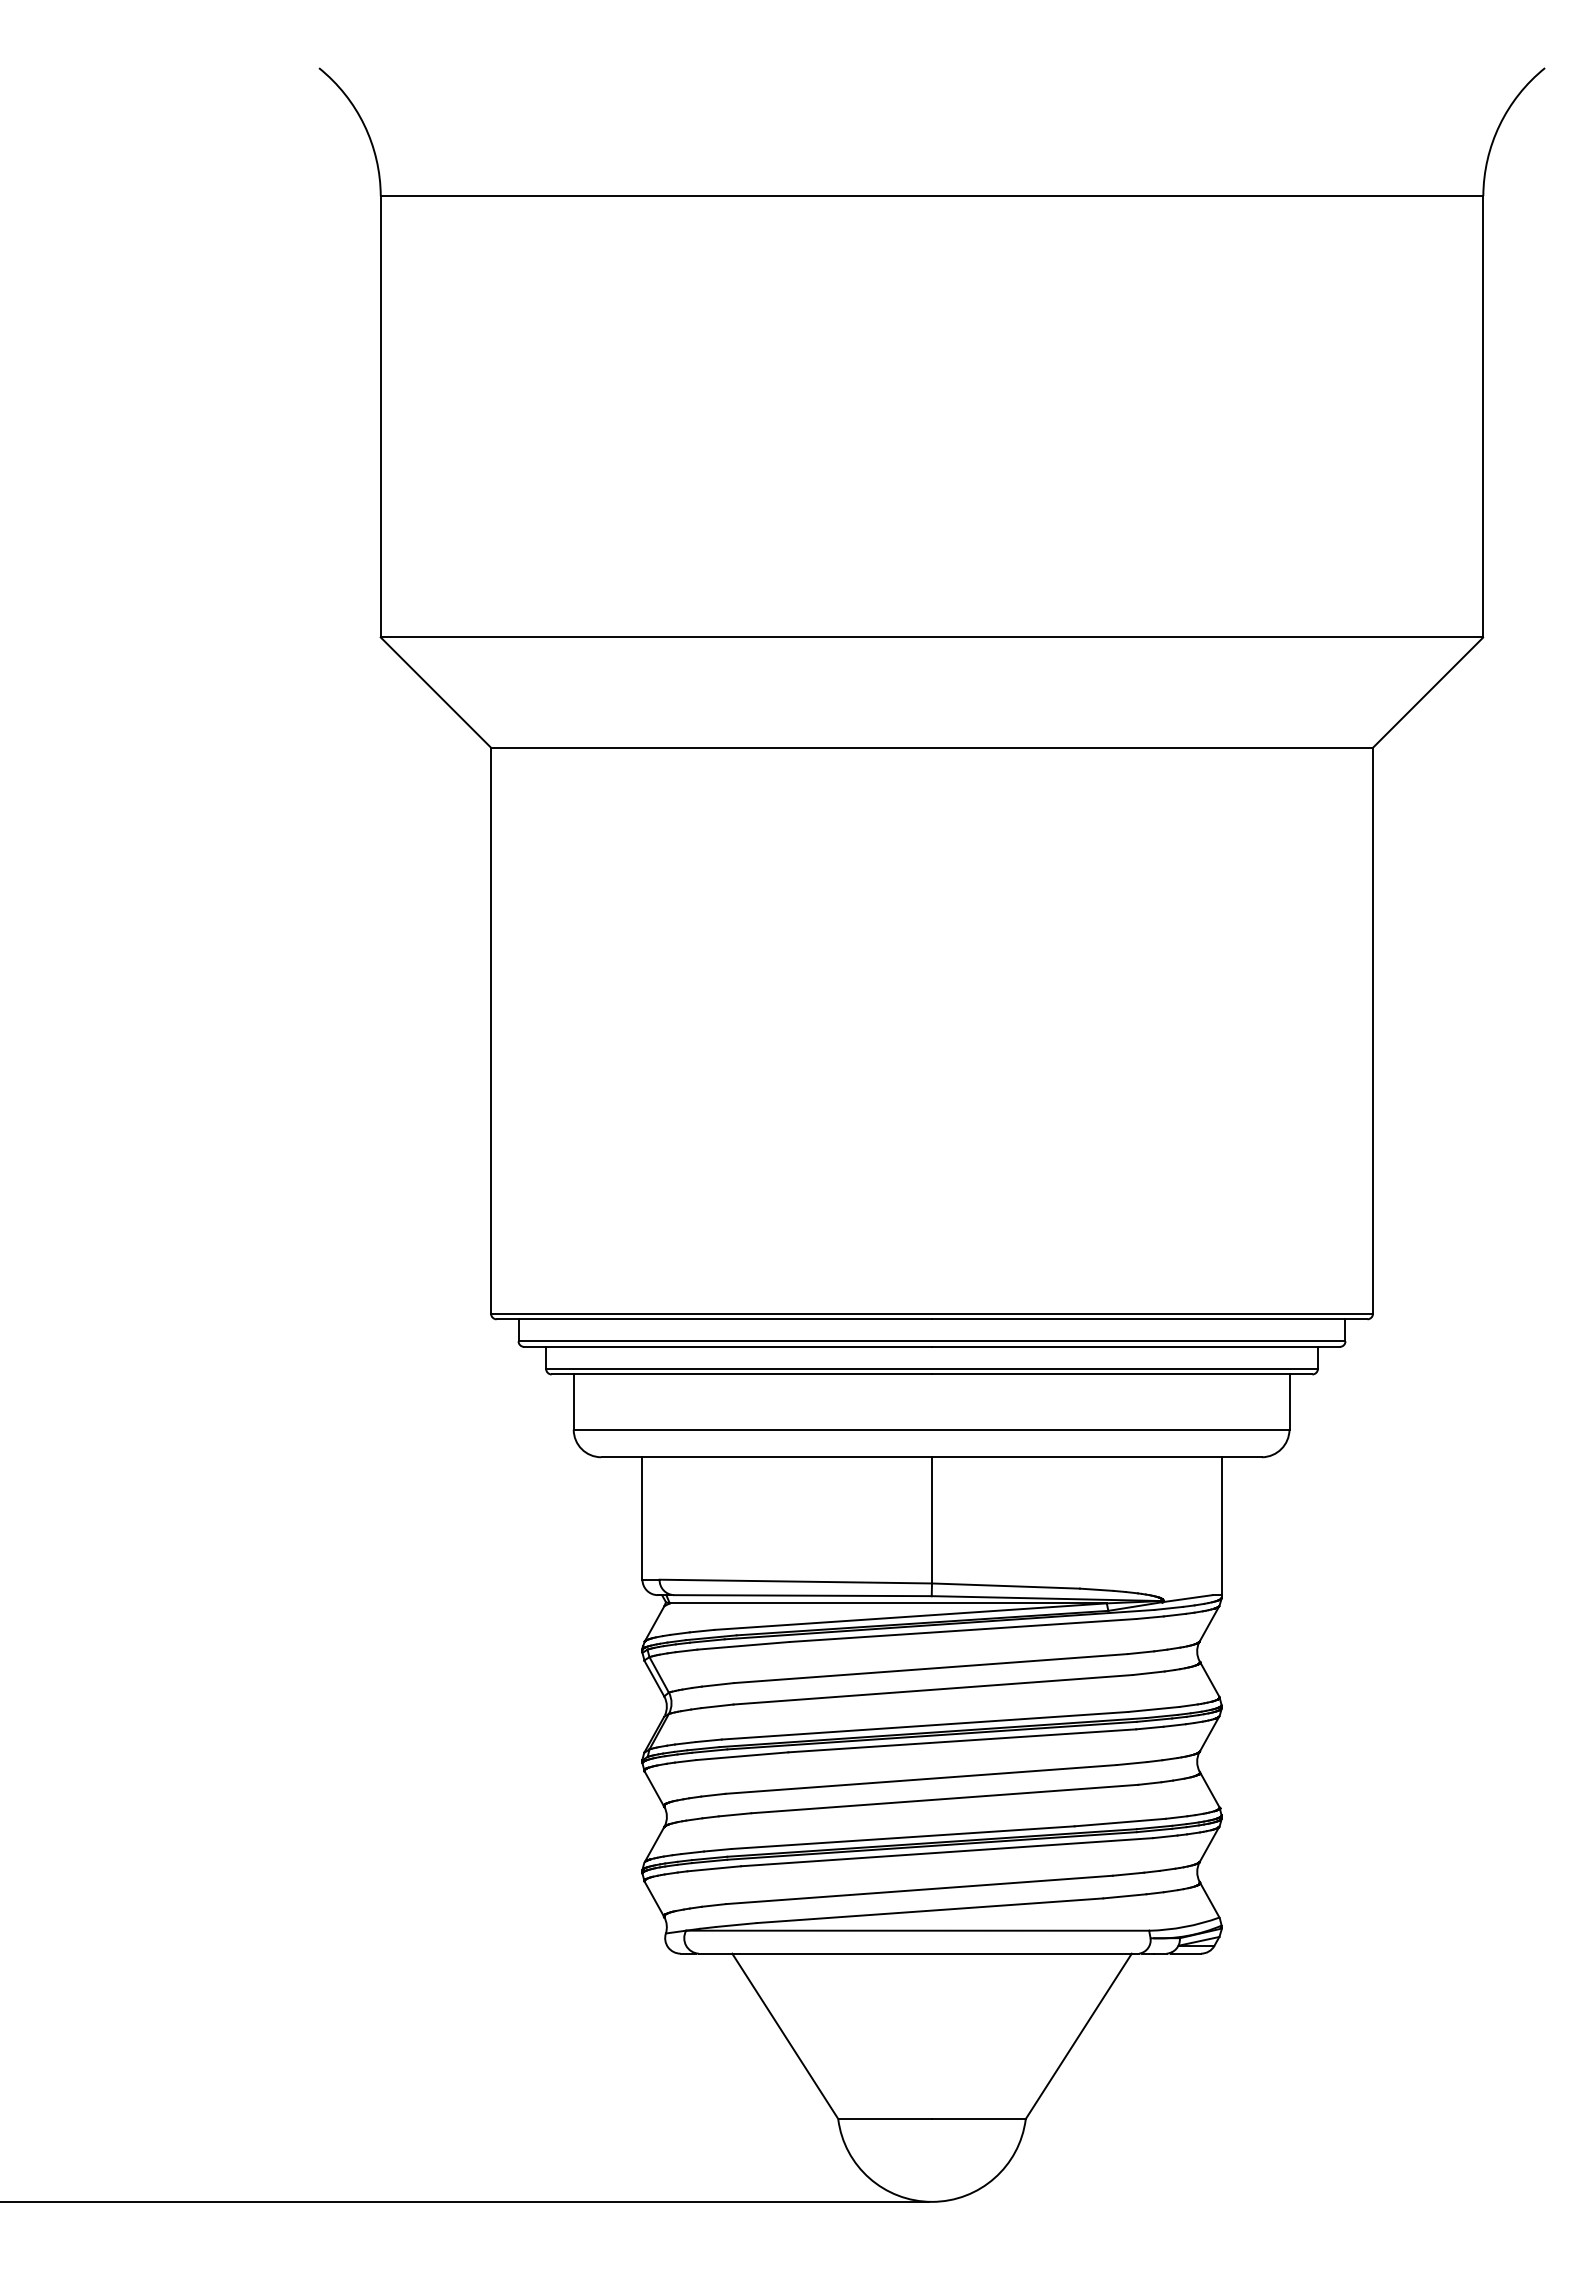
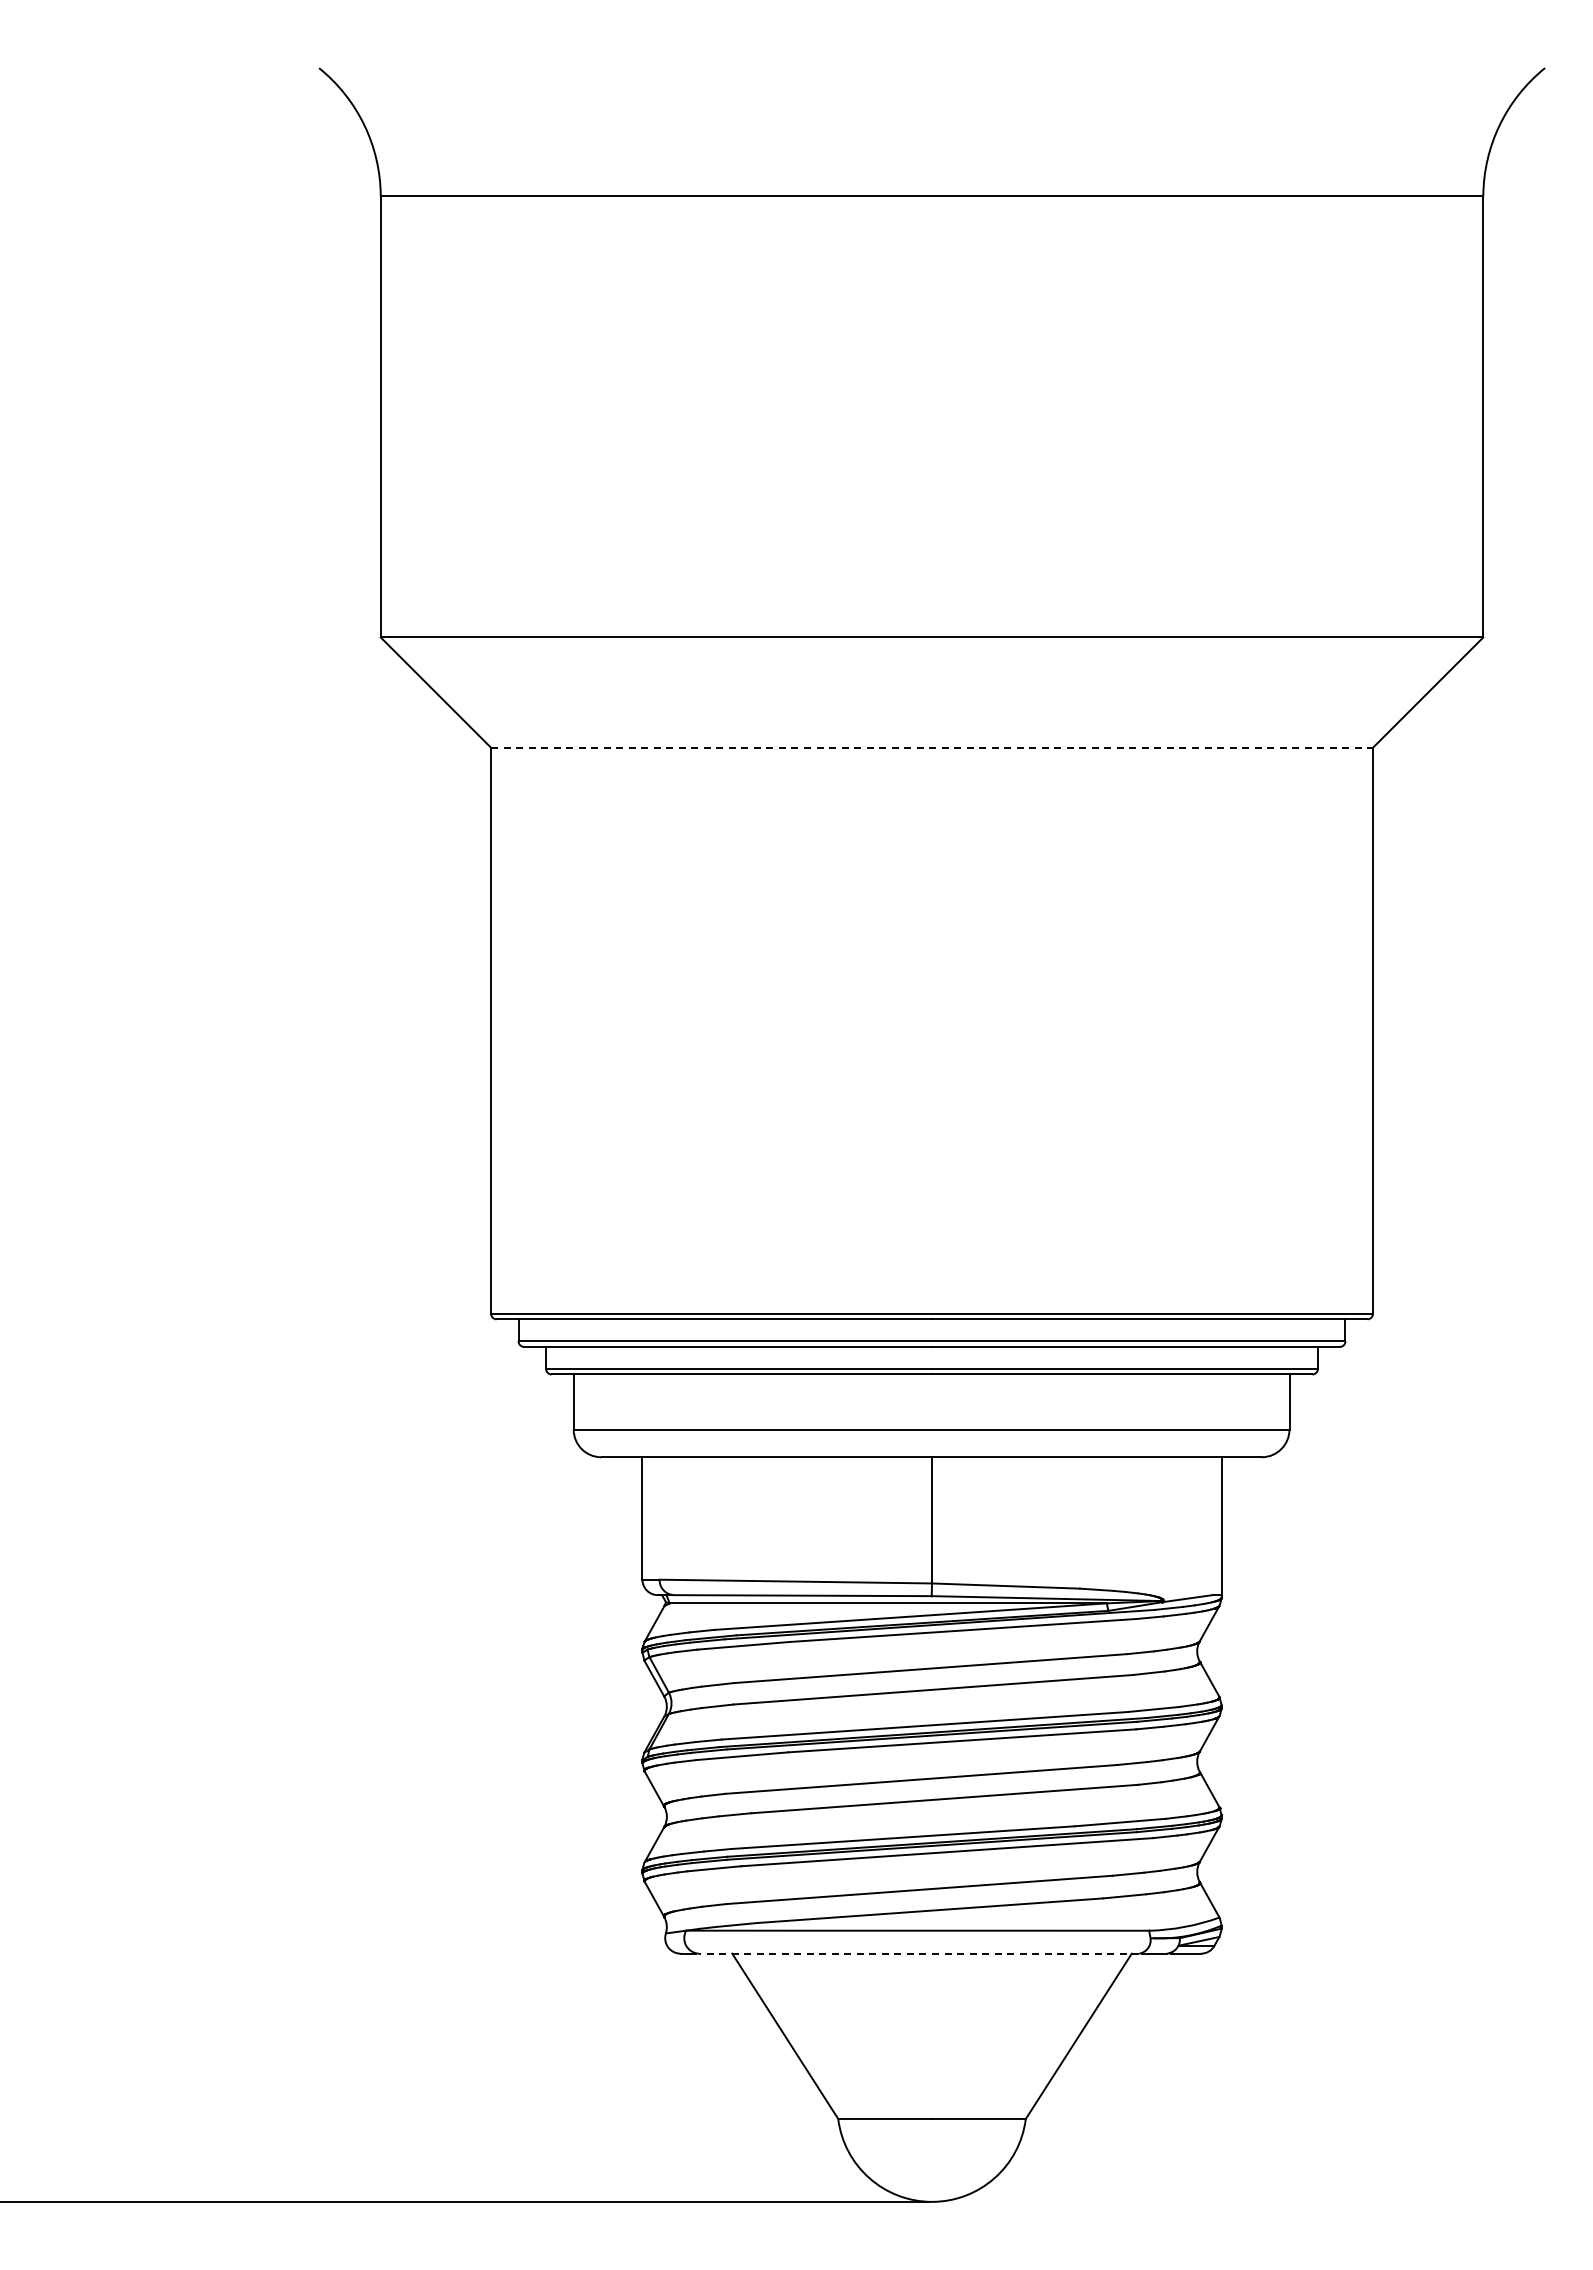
line at (931, 747): solid -> dashed
line at (918, 1953): solid -> dashed
